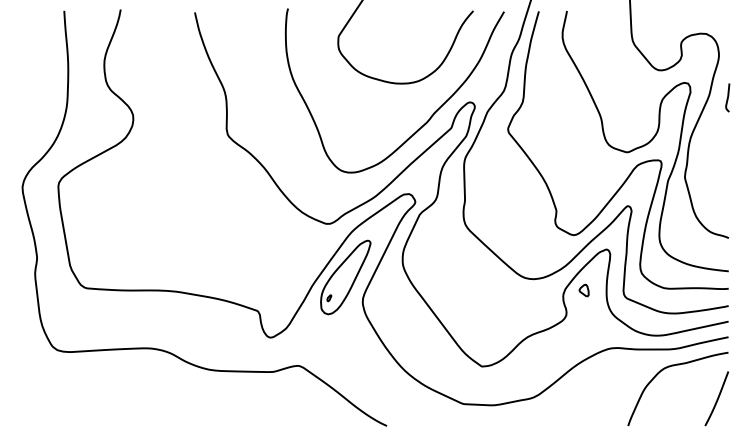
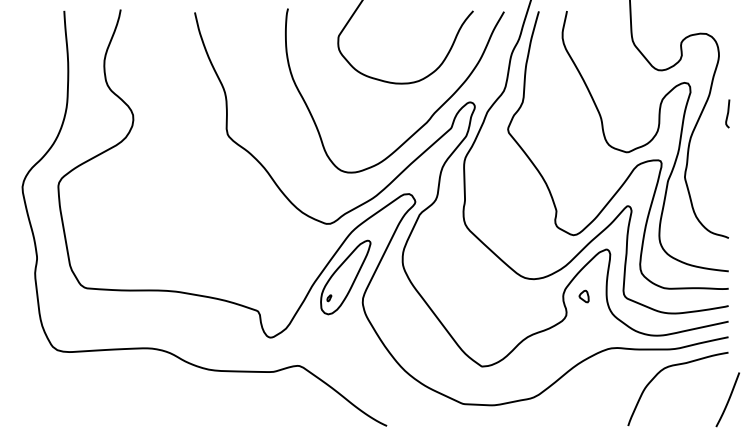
curve at (727, 97) position: (727, 97) -> (727, 113)
part at (583, 290) position: (583, 290) -> (583, 296)
curve at (717, 398) position: (717, 398) -> (728, 399)
